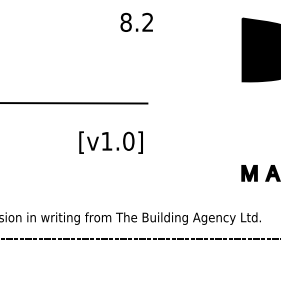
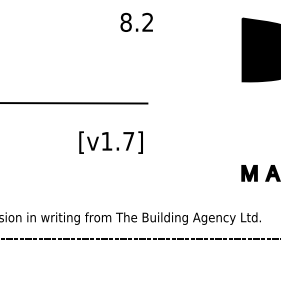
text at (128, 140): [v1.0] -> [v1.7]
